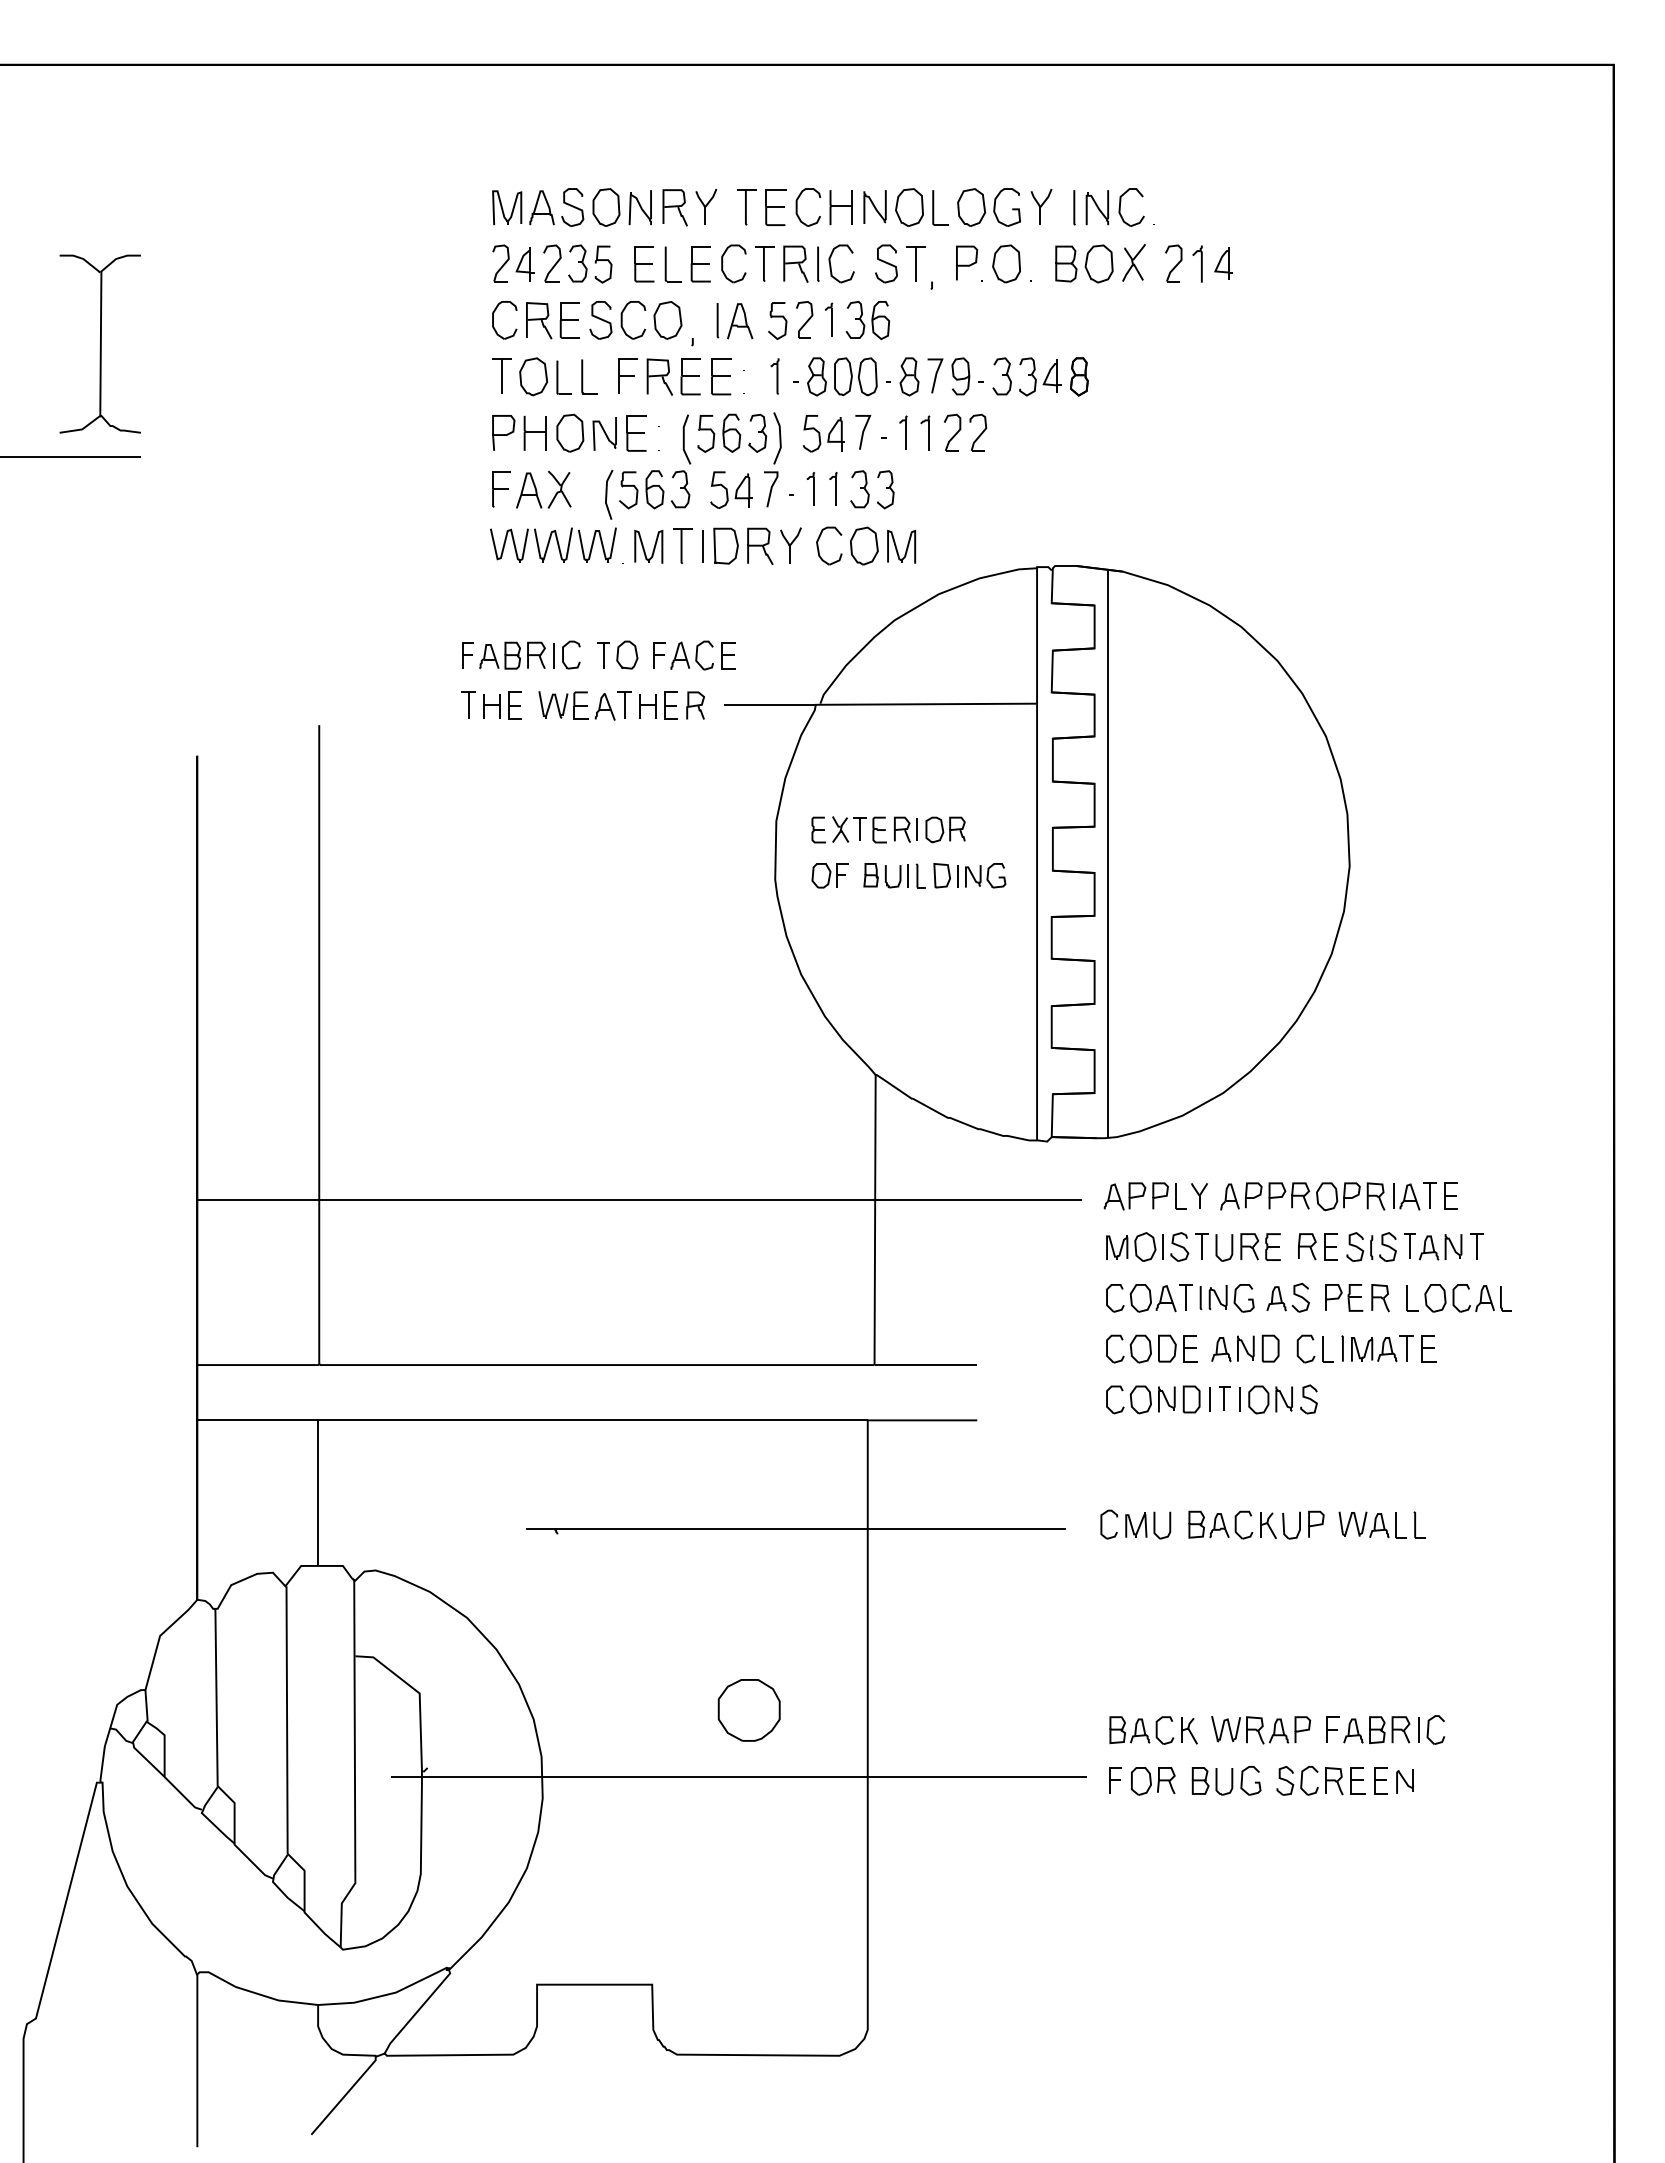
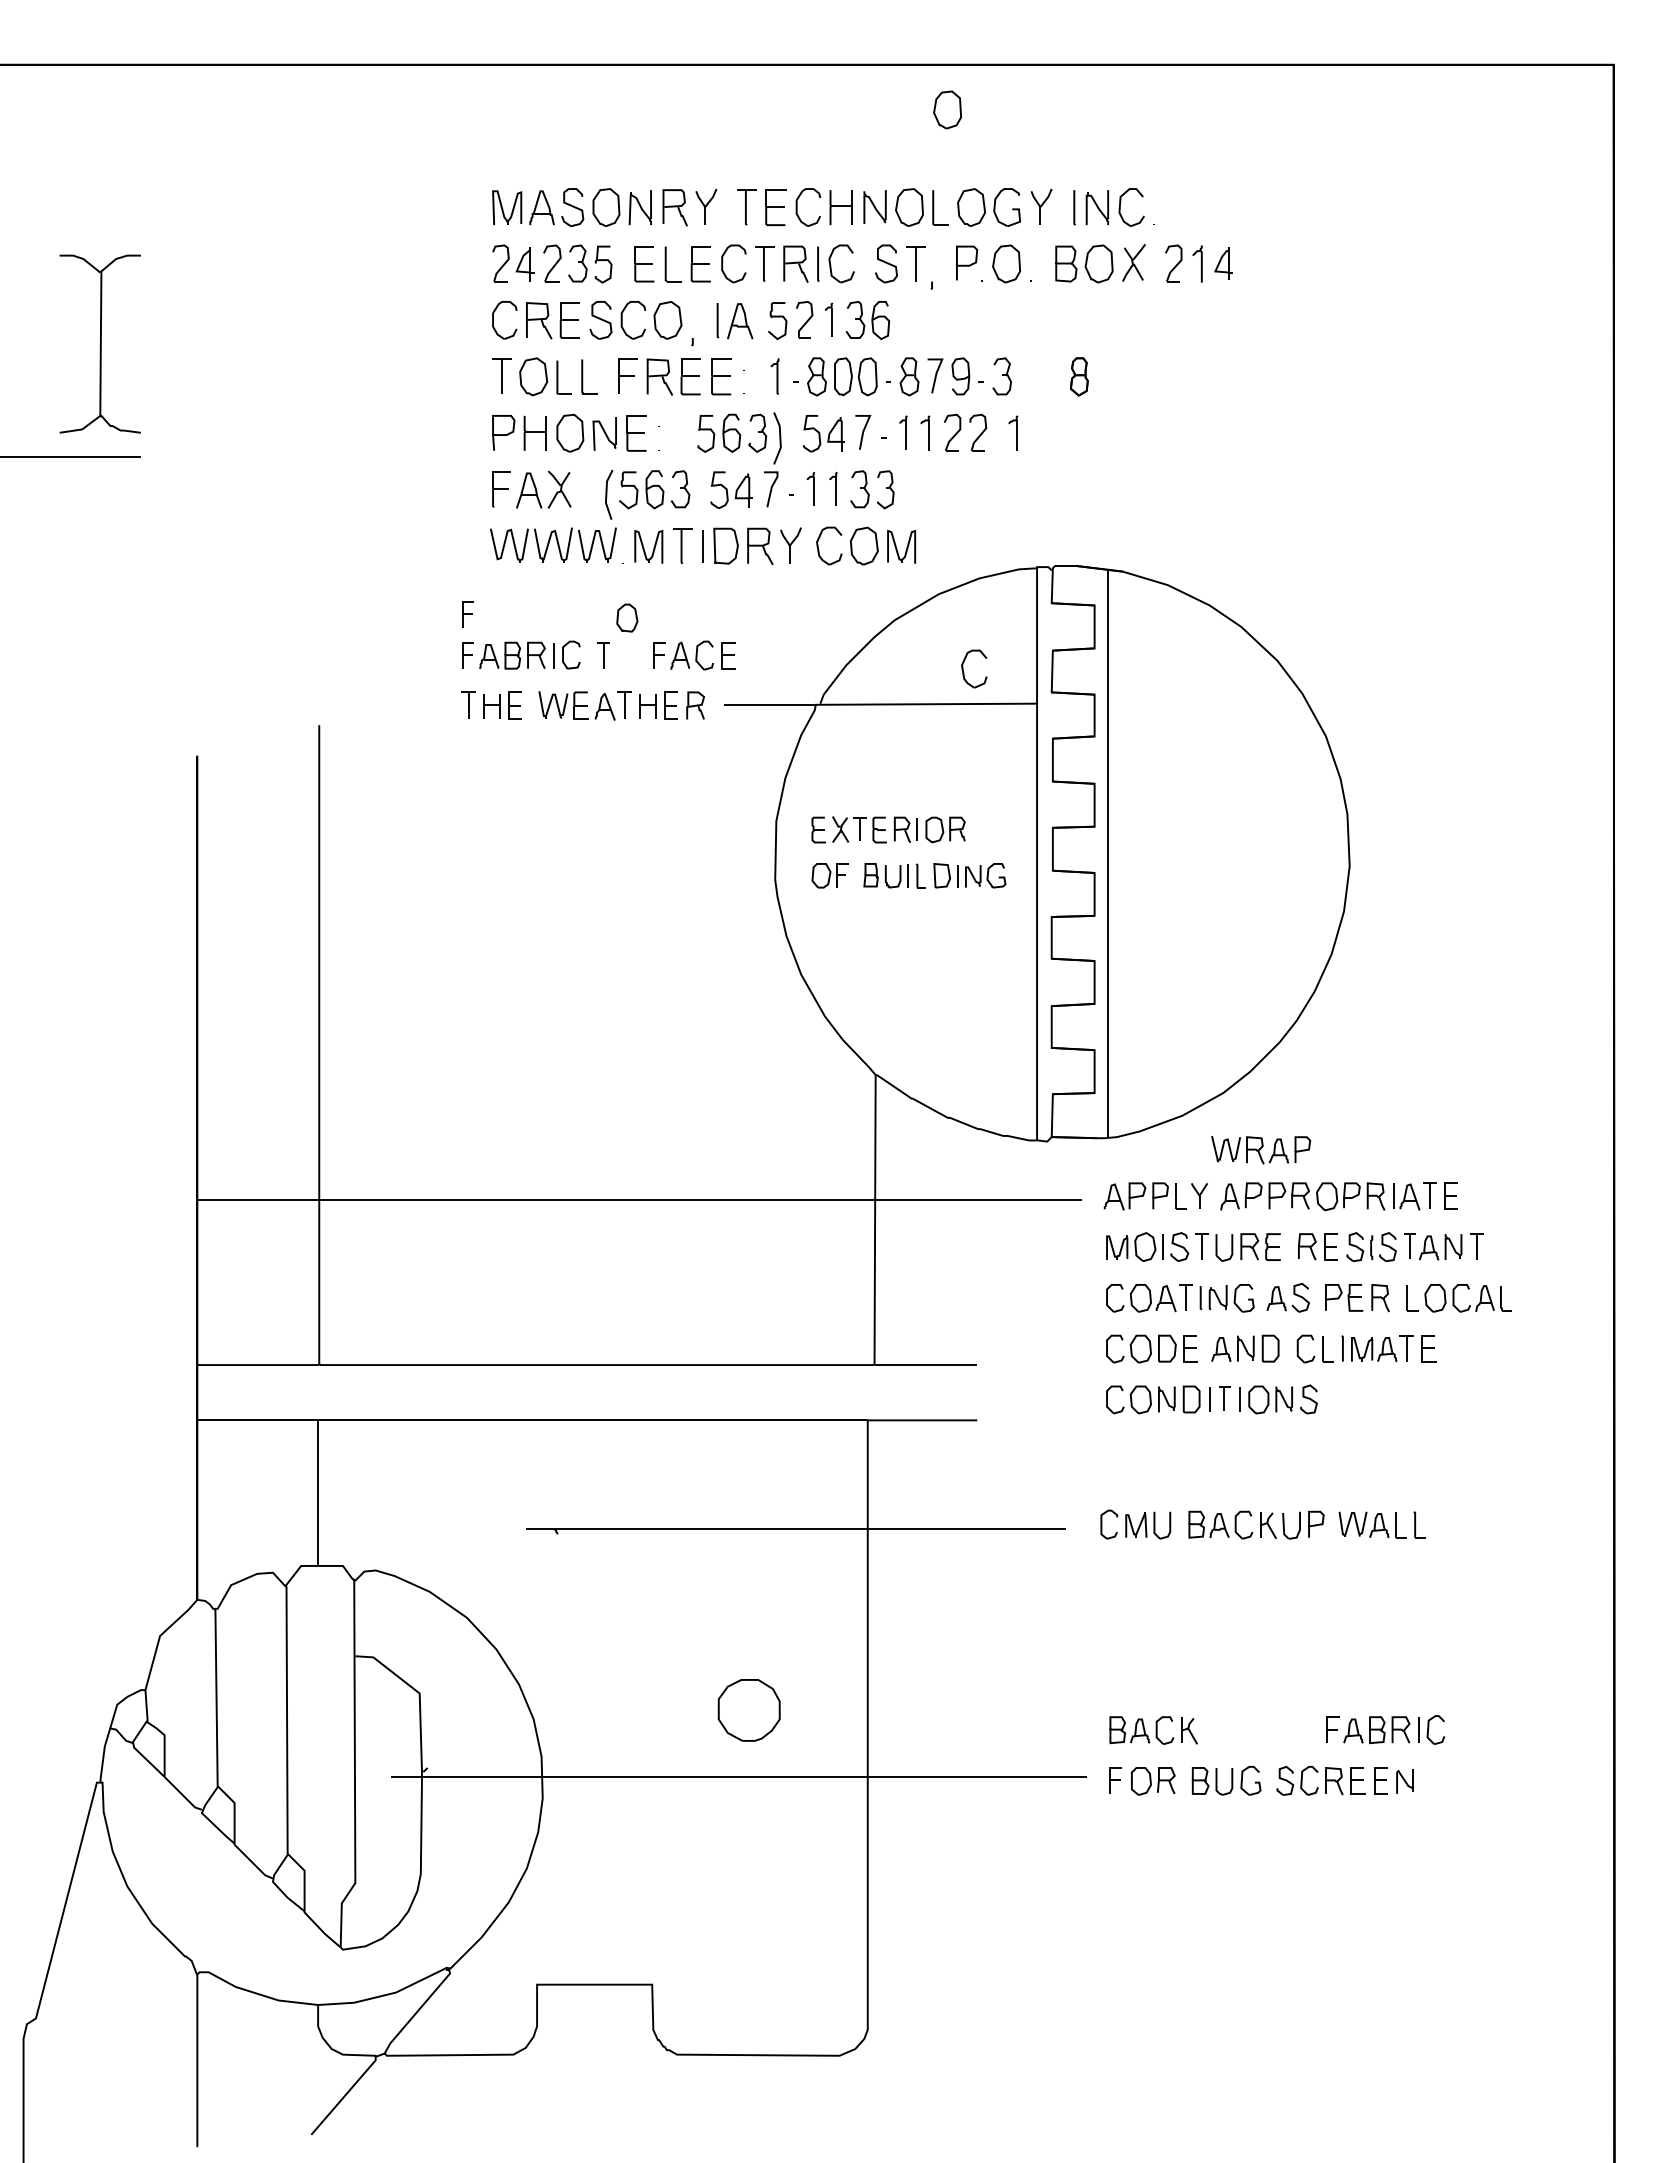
part at (947, 109): none -> present
part at (1040, 376): present -> none
part at (1013, 432): none -> present
line at (684, 439): present -> none
part at (467, 614): none -> present
curve at (635, 654) position: (635, 654) -> (635, 617)
part at (964, 672): none -> present
part at (1261, 1730) position: (1261, 1730) -> (1261, 1150)
